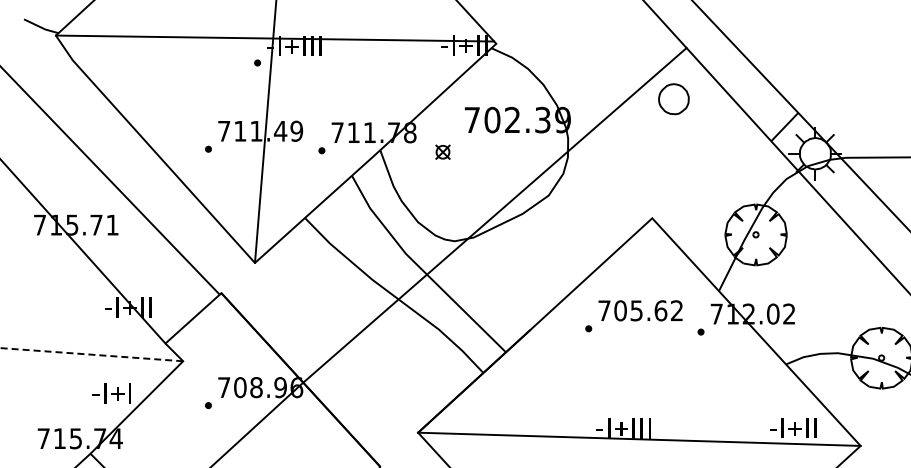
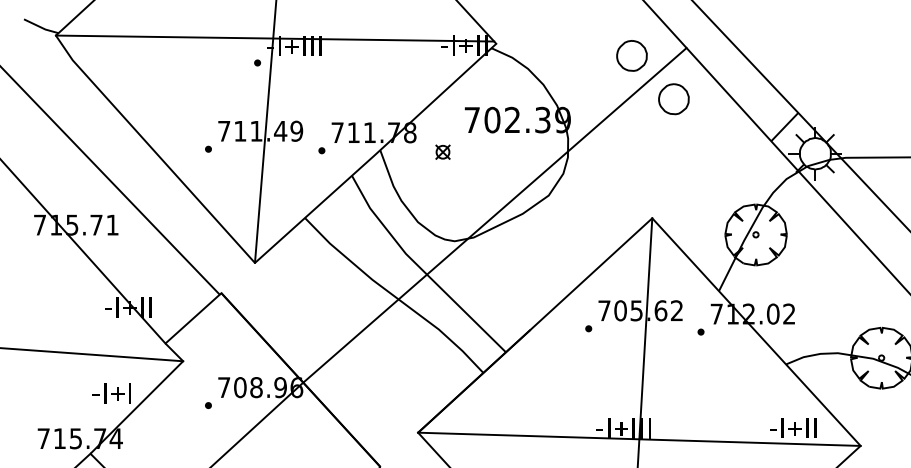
part at (631, 55): none -> present
line at (644, 341): none -> present
line at (91, 354): dashed -> solid
